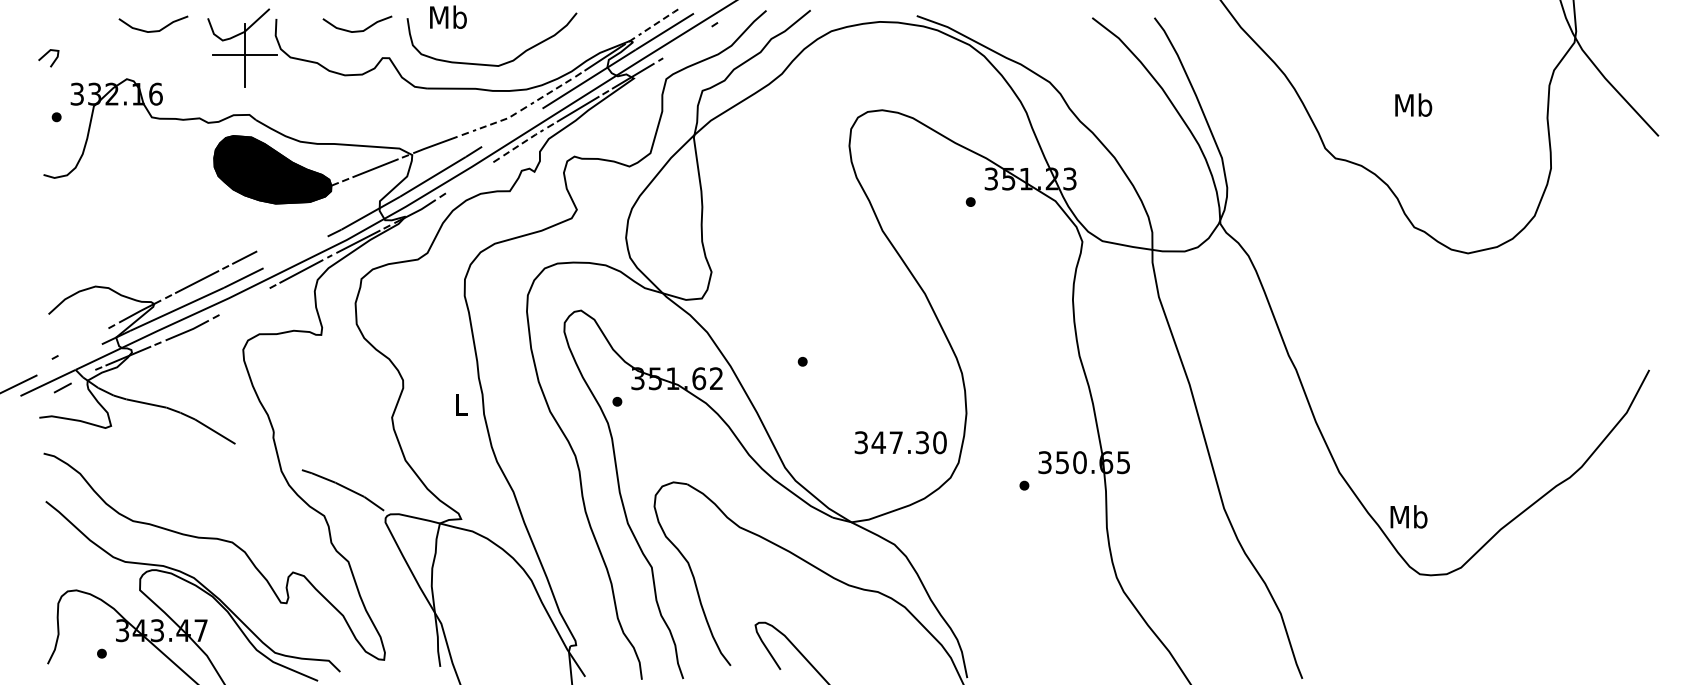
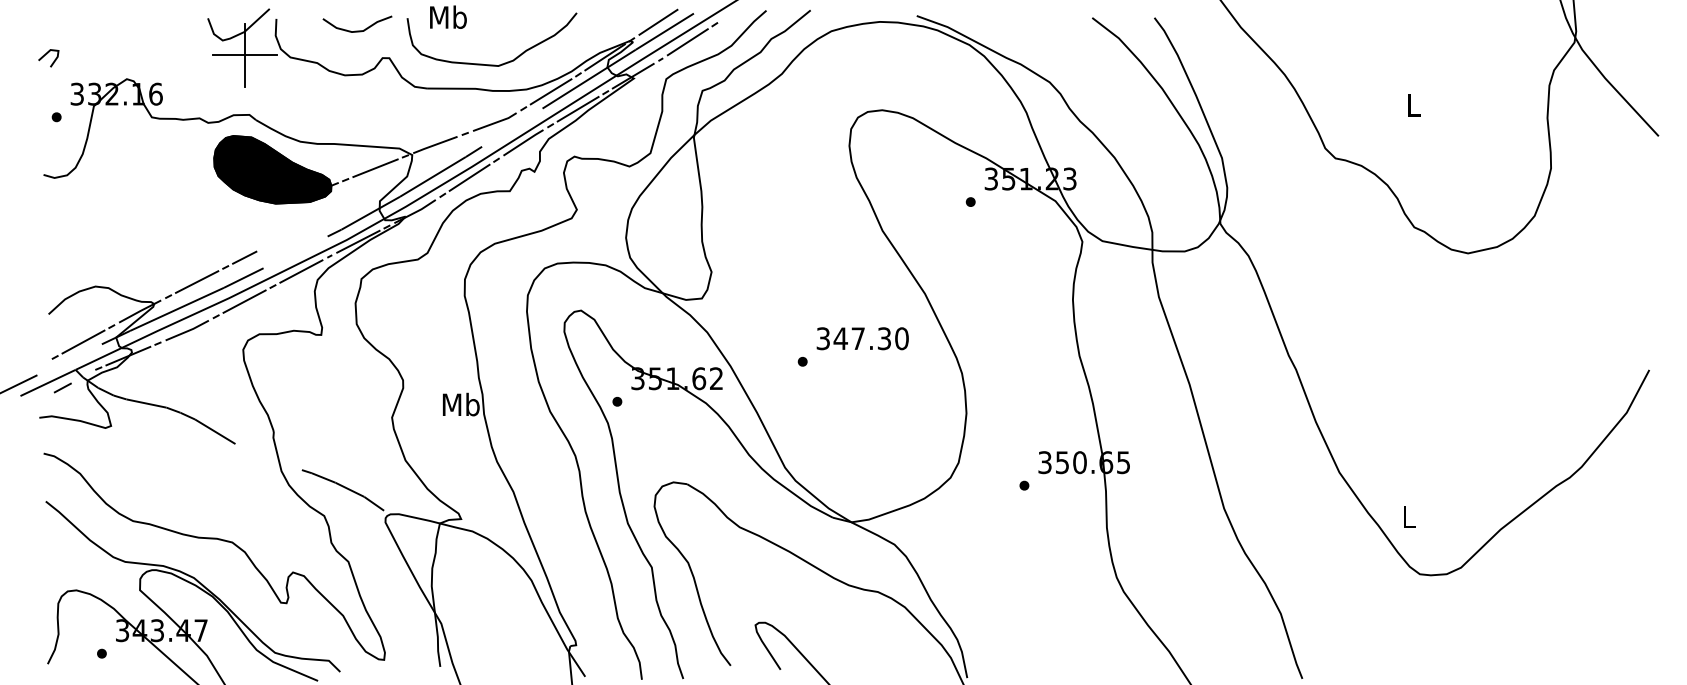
line at (658, 22): dashed -> solid
curve at (153, 30): present -> none
line at (687, 42): none -> present
line at (551, 91): dashed -> solid
text at (1413, 104): Mb -> L
line at (495, 122): dashed -> solid
line at (524, 142): dashed -> solid
line at (469, 177): none -> present
line at (244, 301): none -> present
line at (83, 341): none -> present
text at (460, 404): L -> Mb
text at (900, 442) position: (900, 442) -> (862, 338)
text at (1408, 516): Mb -> L
